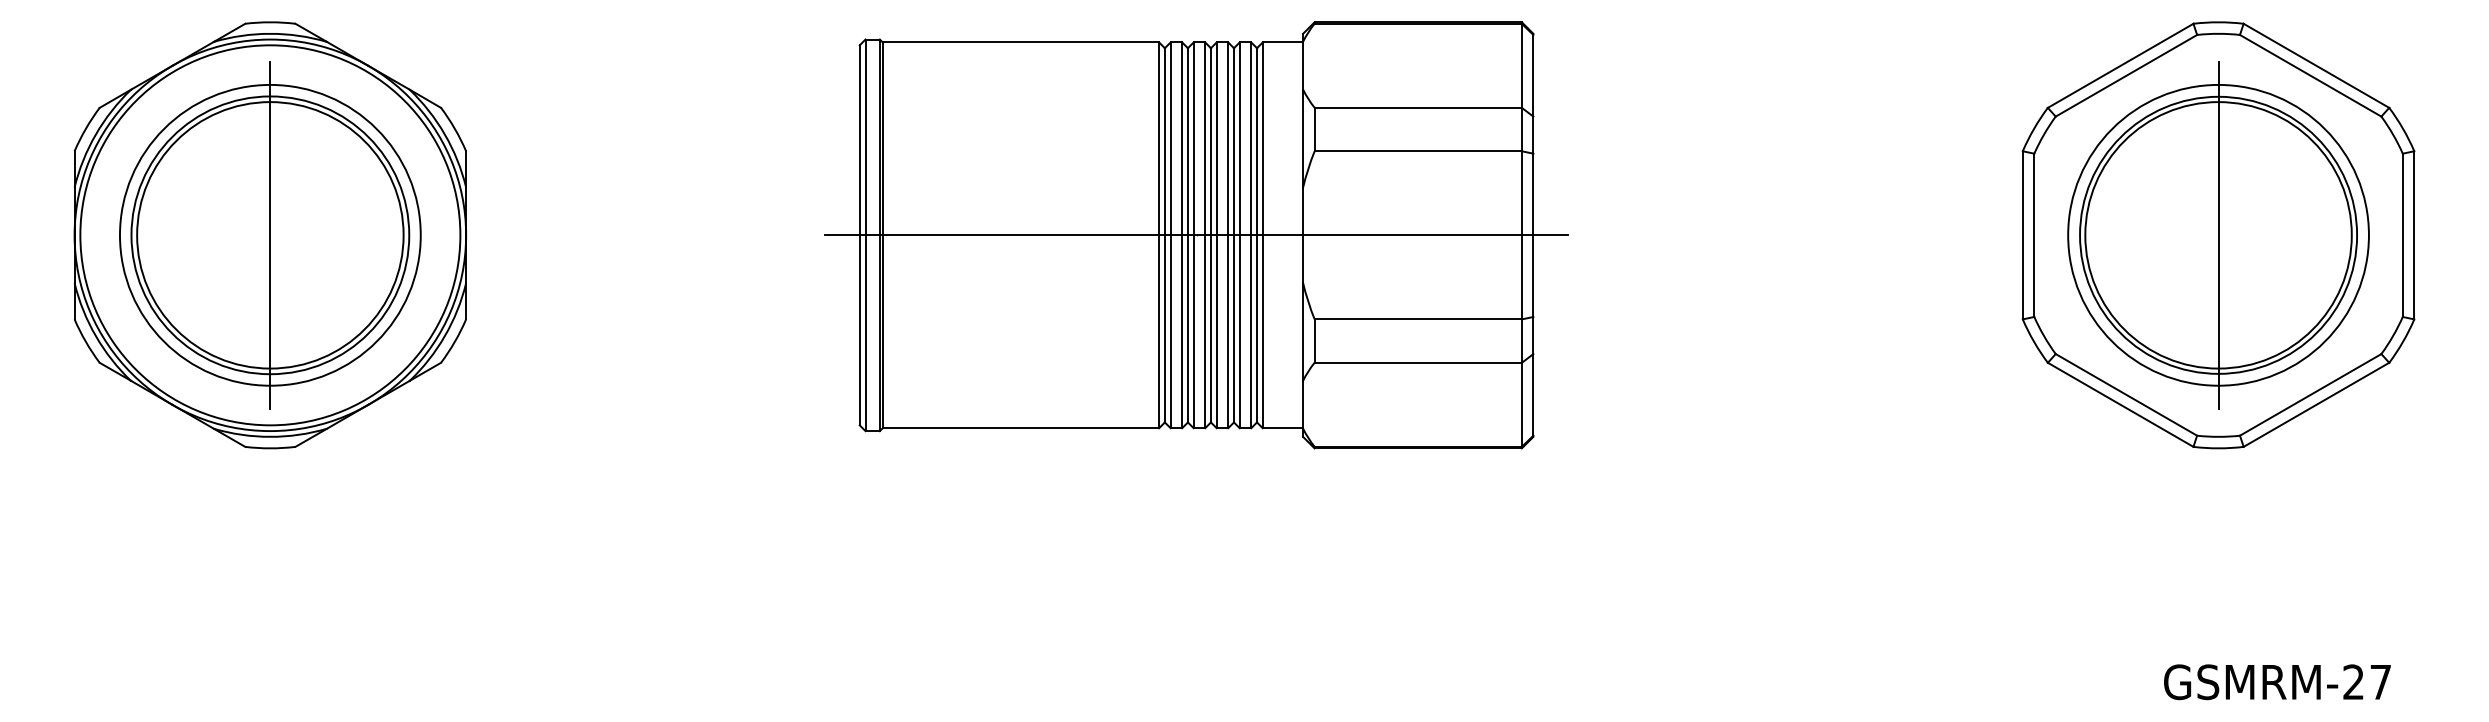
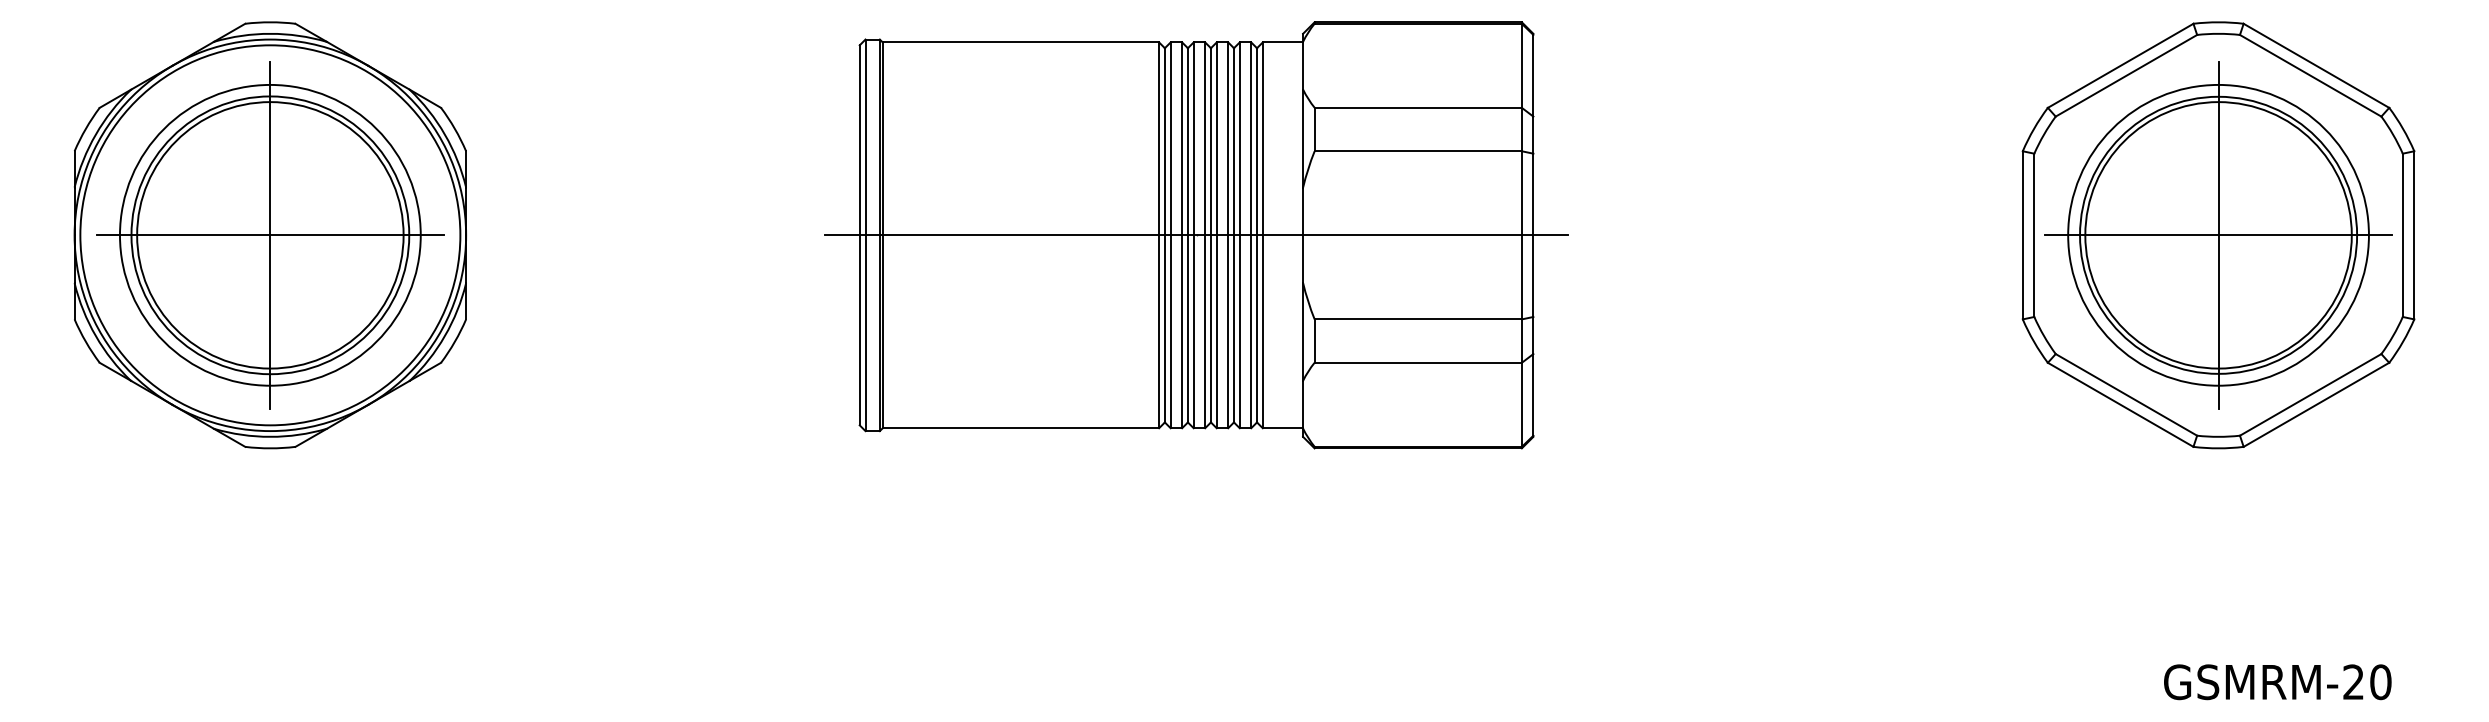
line at (270, 235): none -> present
line at (2218, 235): none -> present
text at (2380, 682): GSMRM-27 -> GSMRM-20
